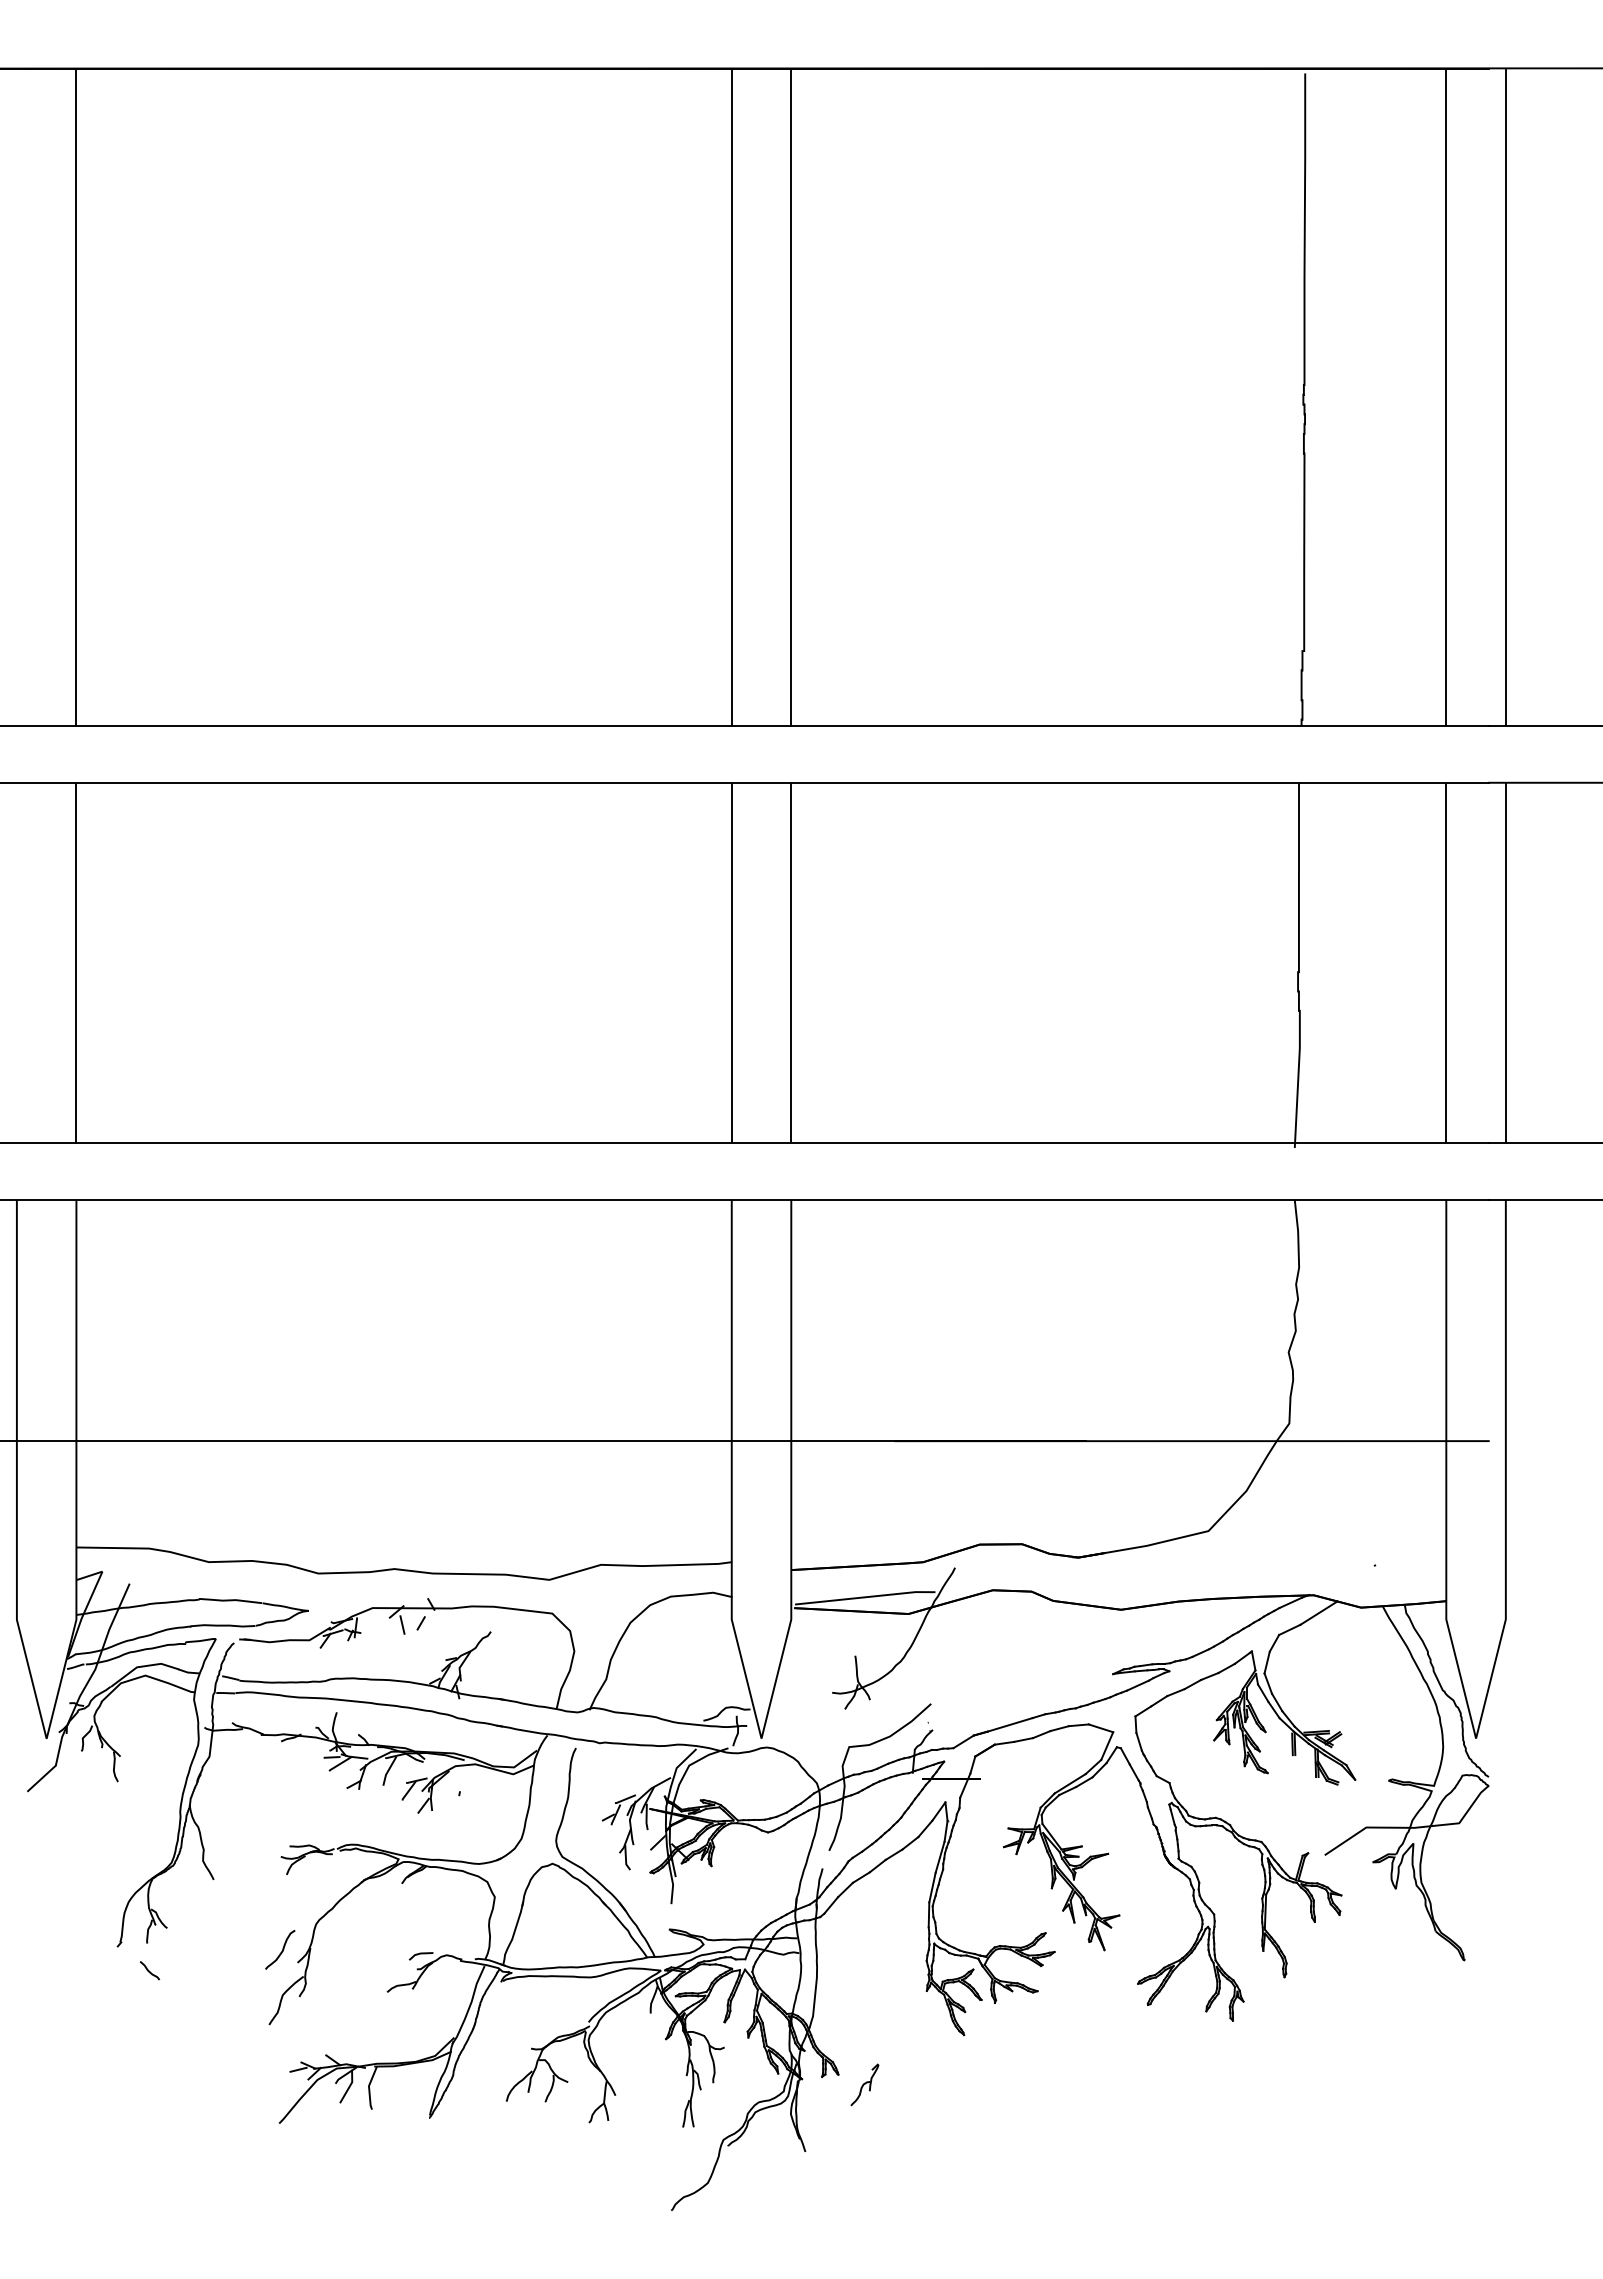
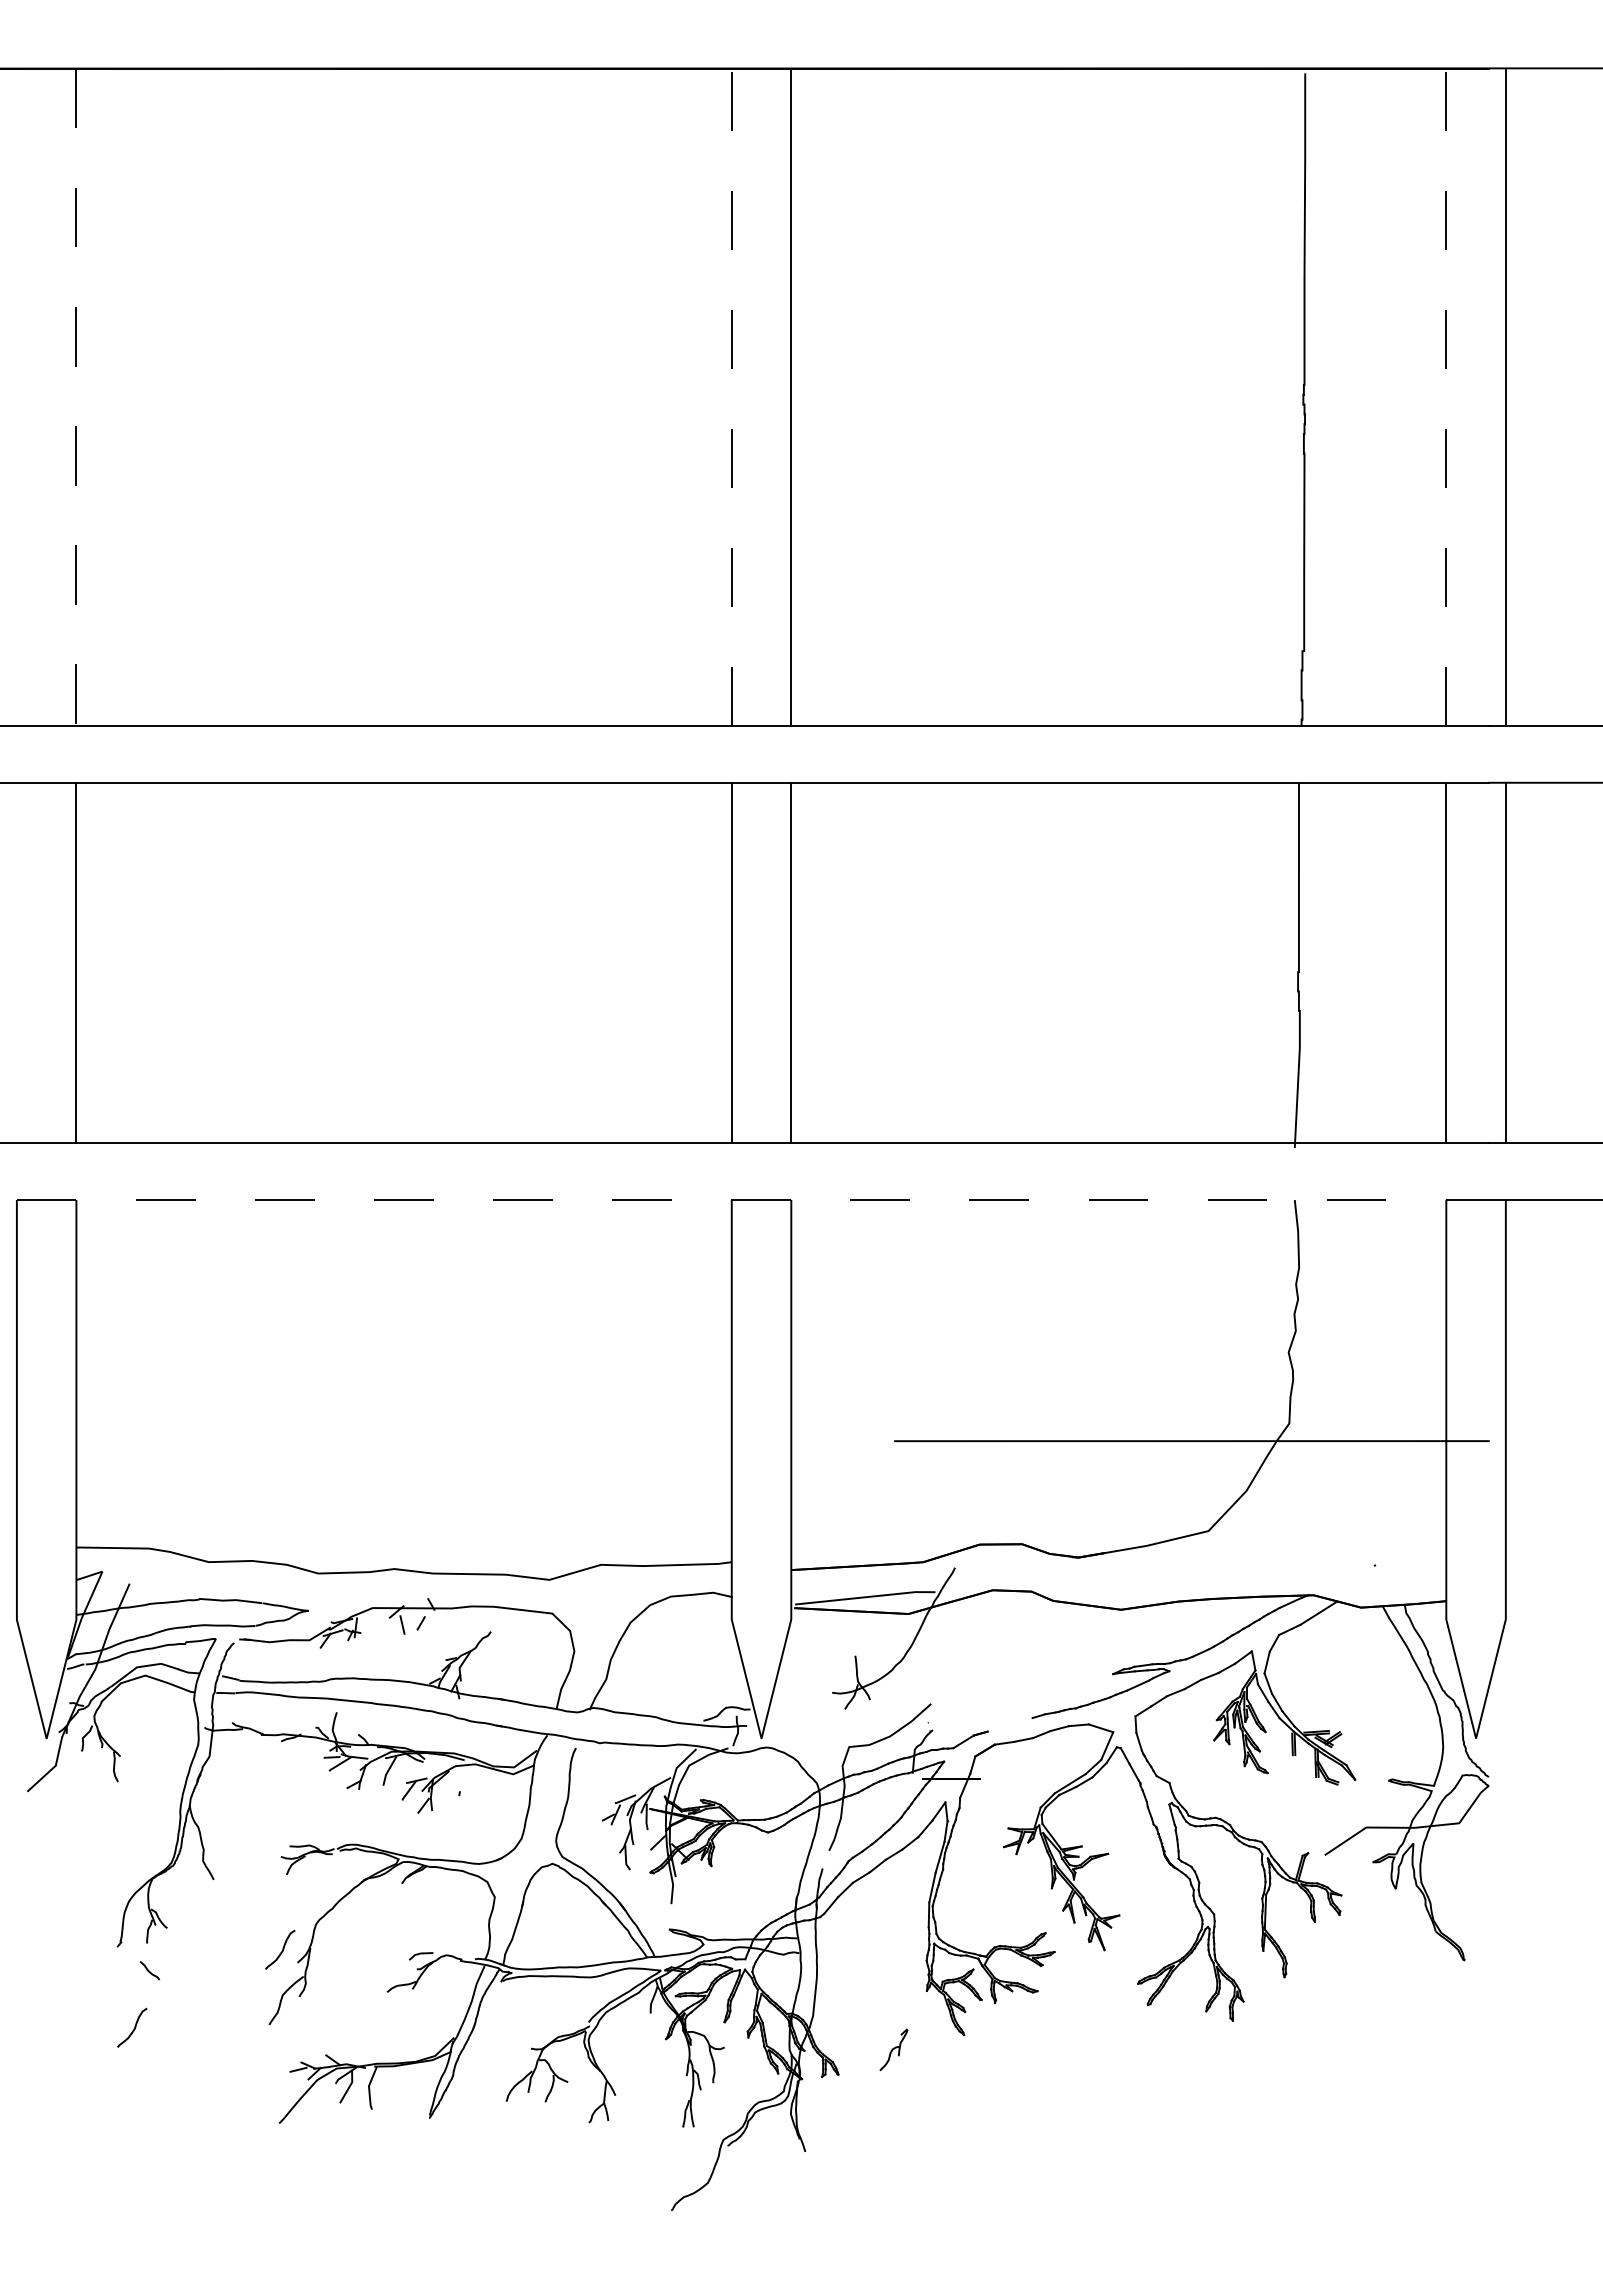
line at (76, 397): solid -> dashed
line at (731, 397): solid -> dashed
line at (1446, 397): solid -> dashed
line at (744, 1199): solid -> dashed
line at (543, 1441): present -> none
line at (1009, 1724): present -> none
curve at (133, 2028): none -> present
part at (864, 2084) position: (864, 2084) -> (893, 2049)
